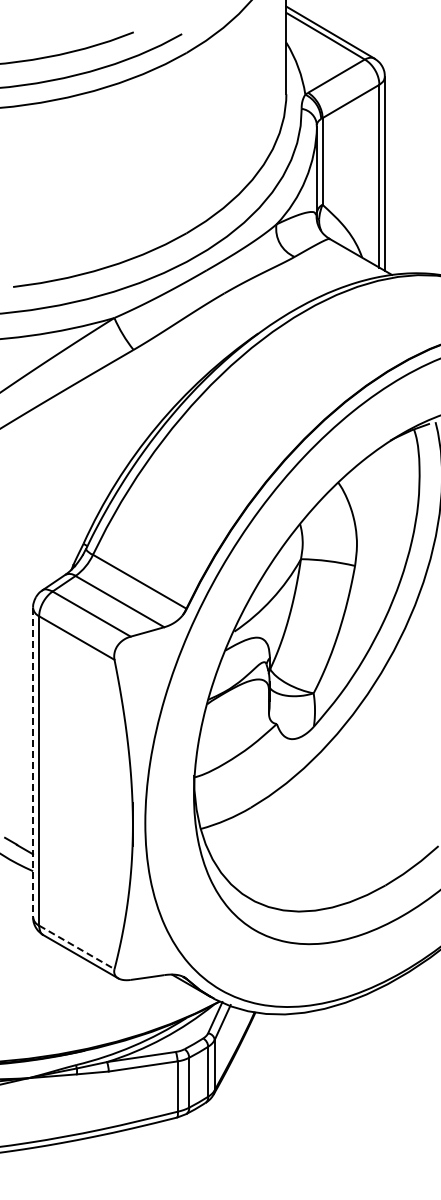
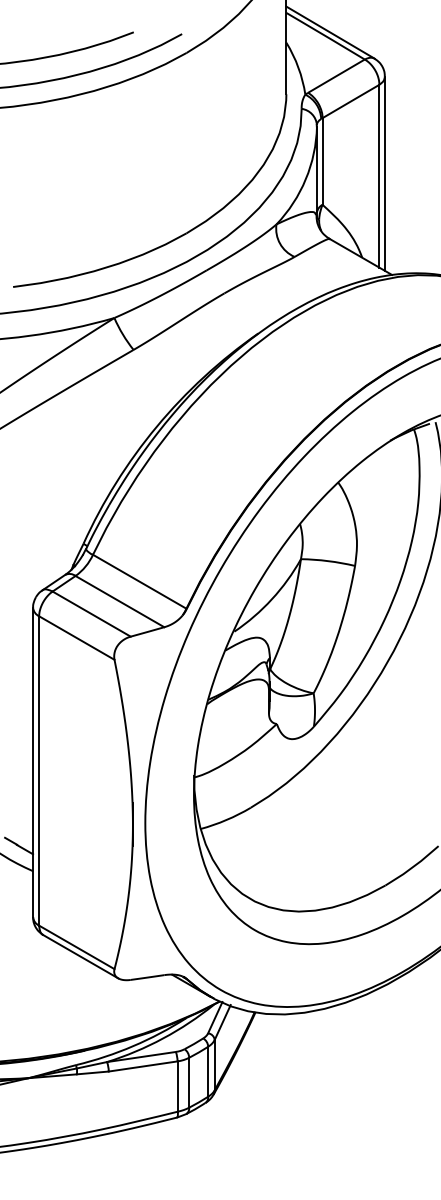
line at (33, 762): dashed -> solid
line at (77, 947): dashed -> solid
